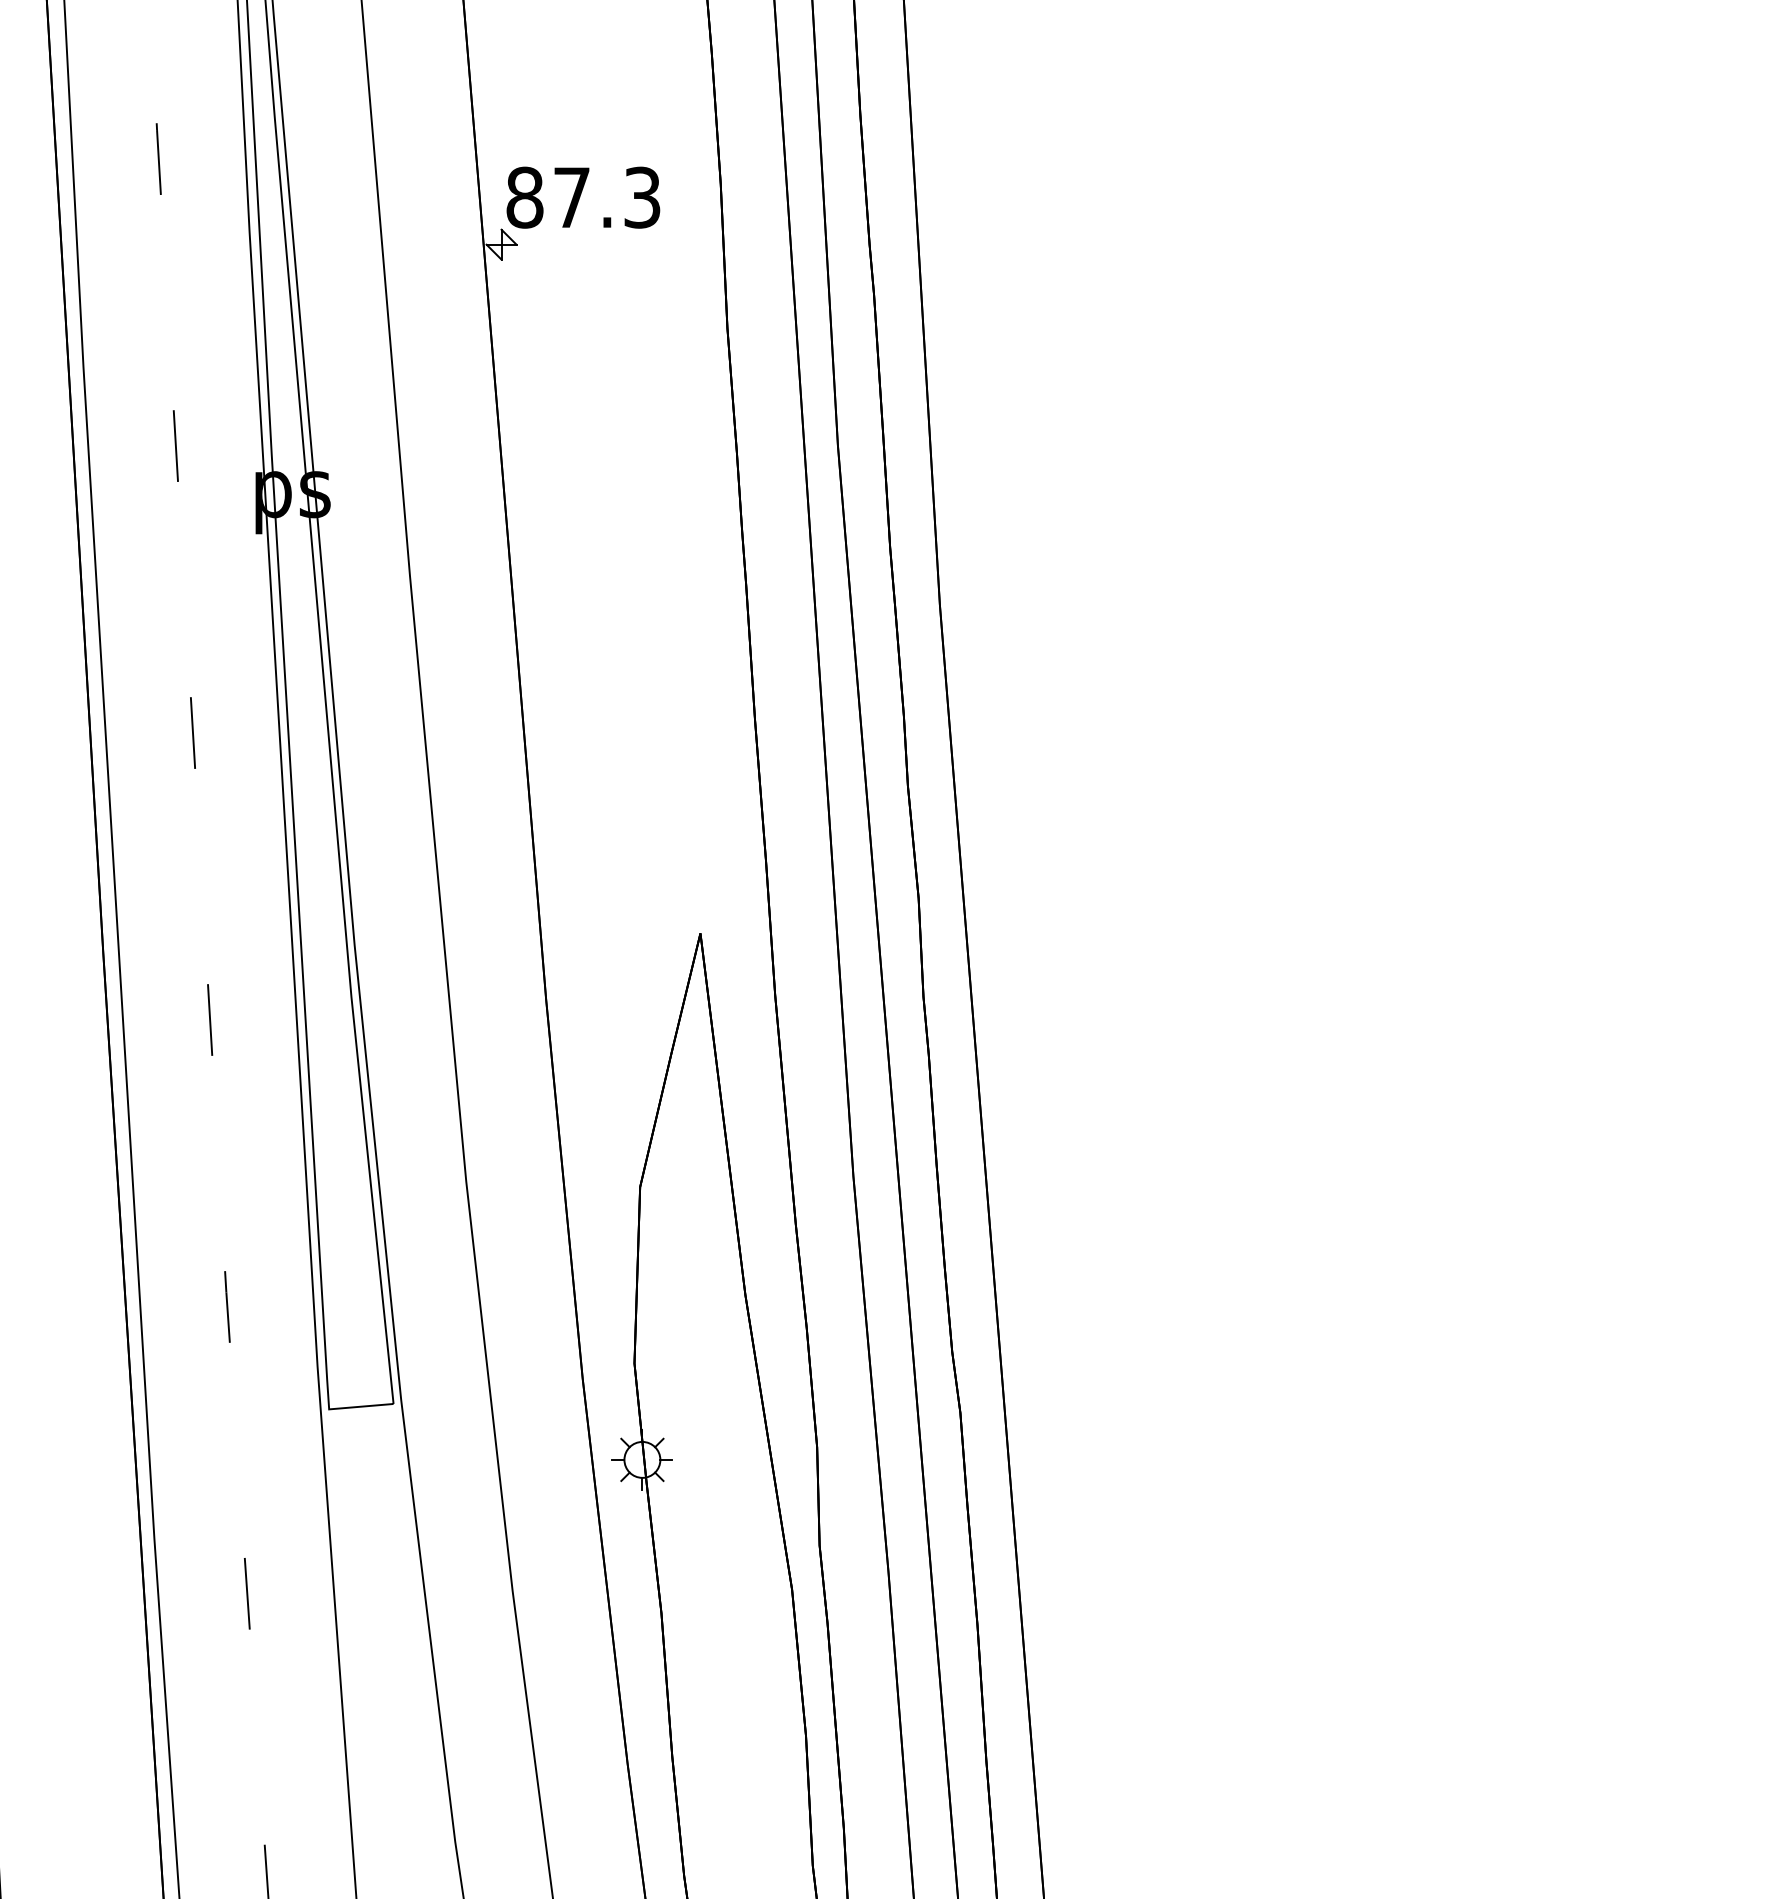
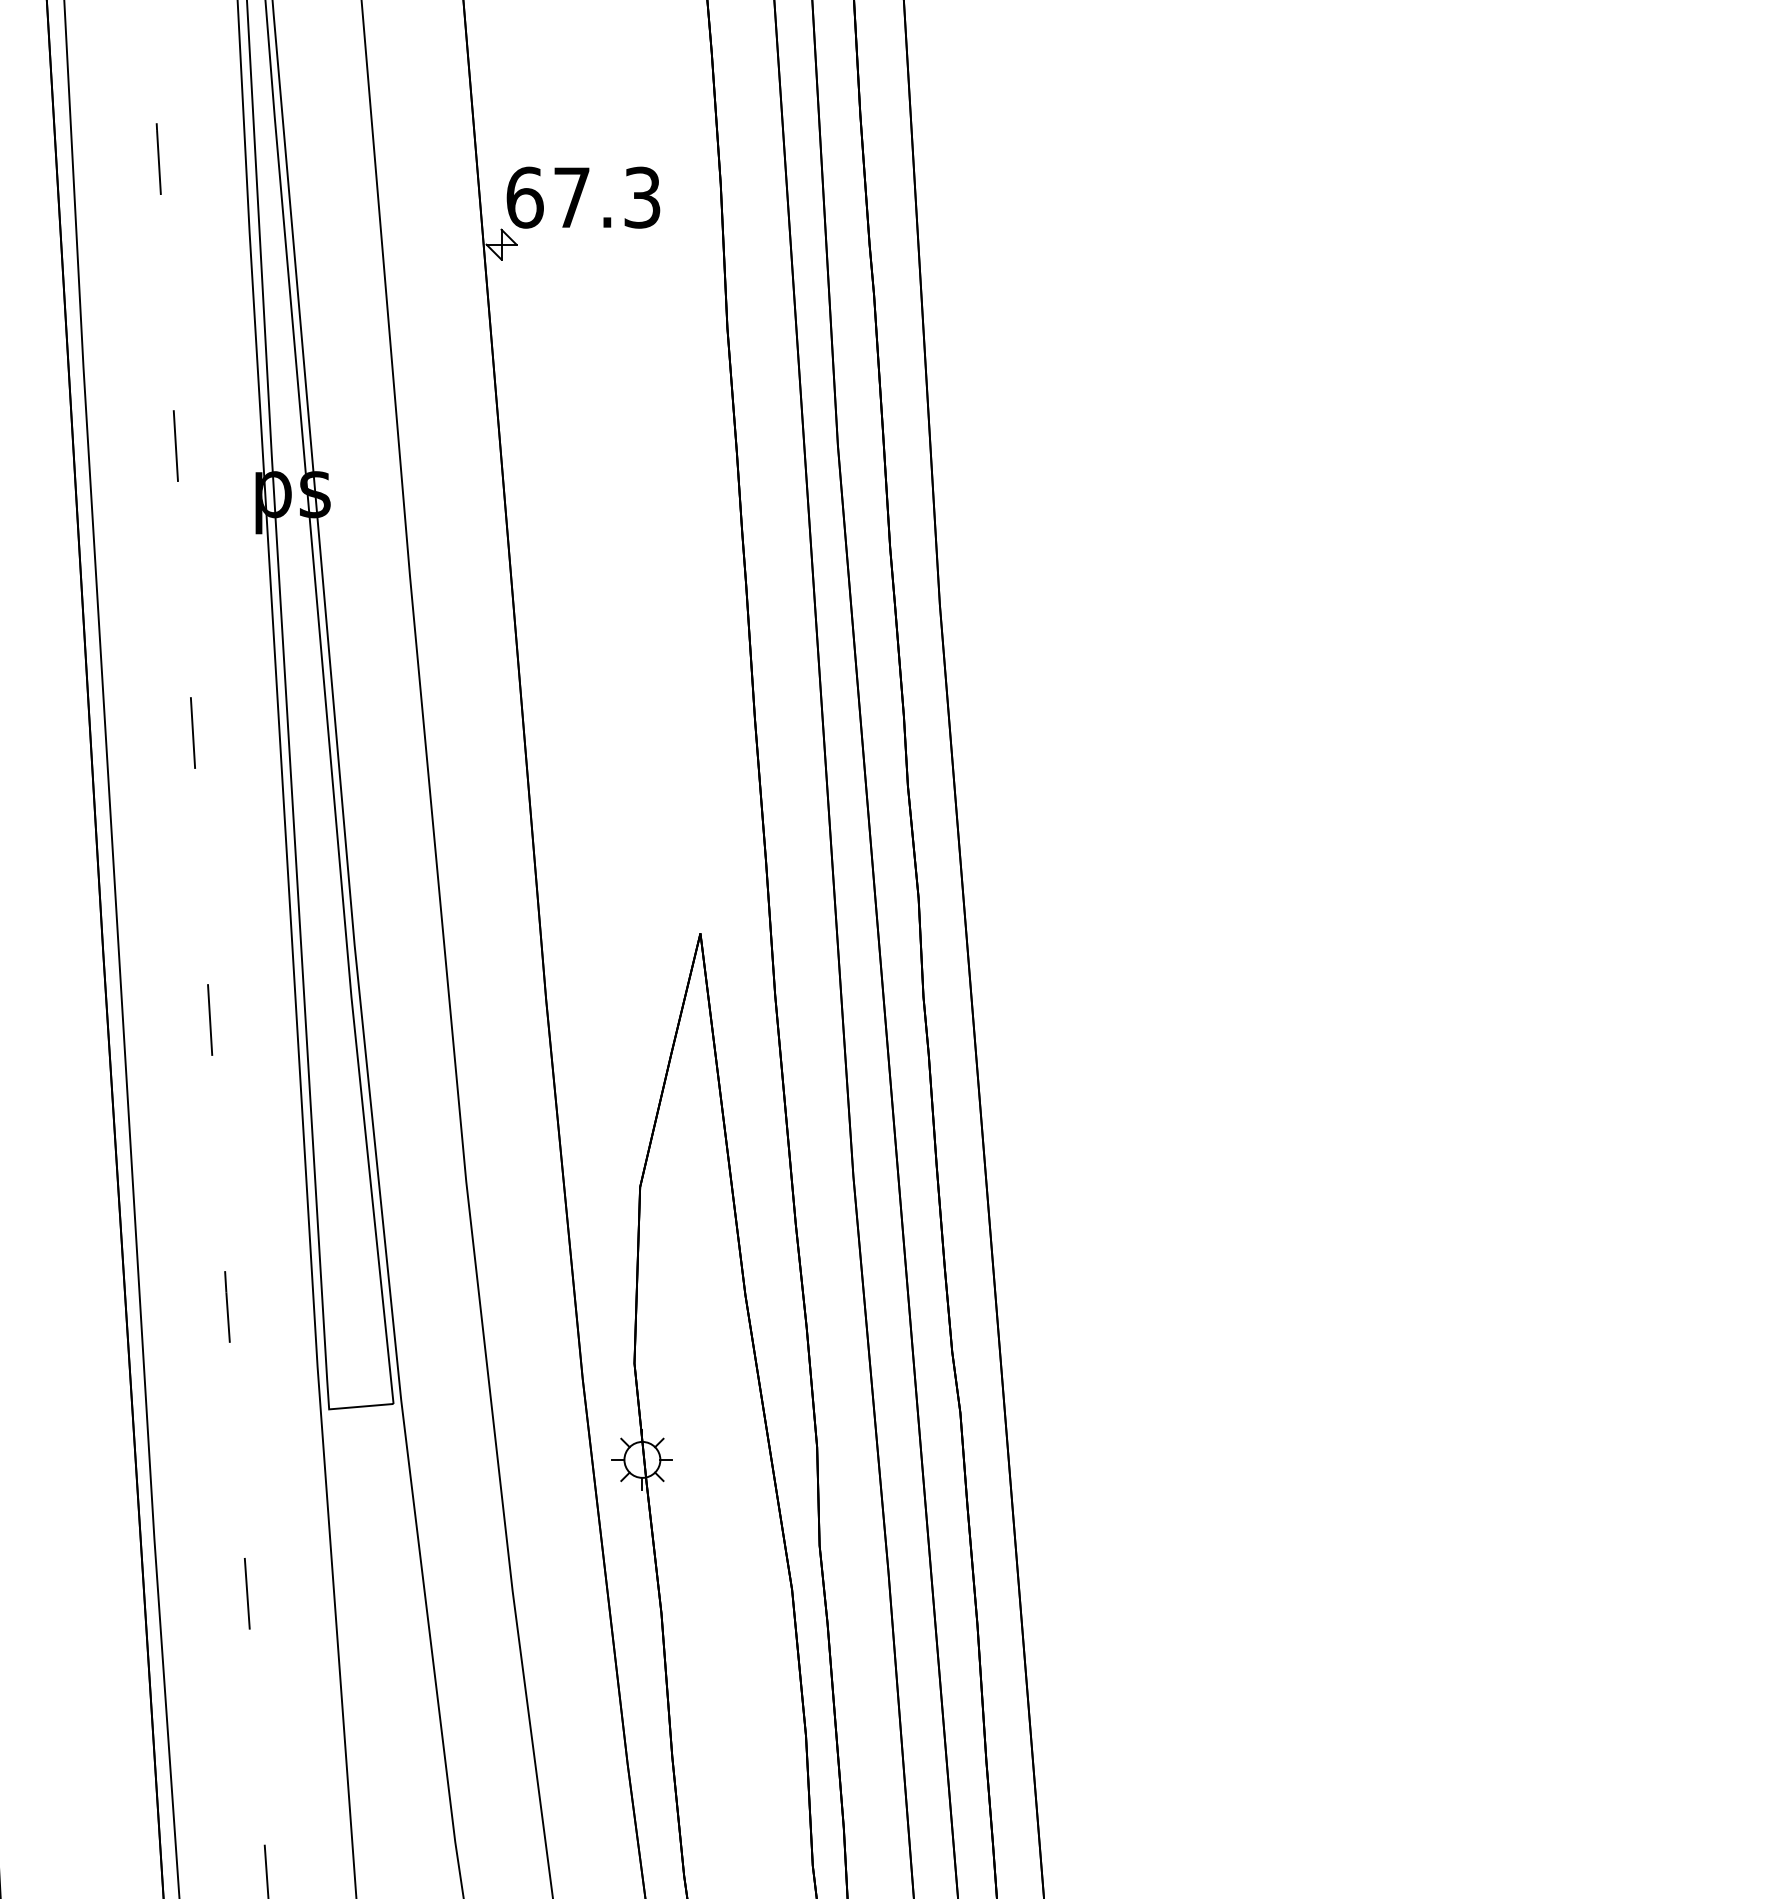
text at (524, 197): 87.3 -> 67.3
